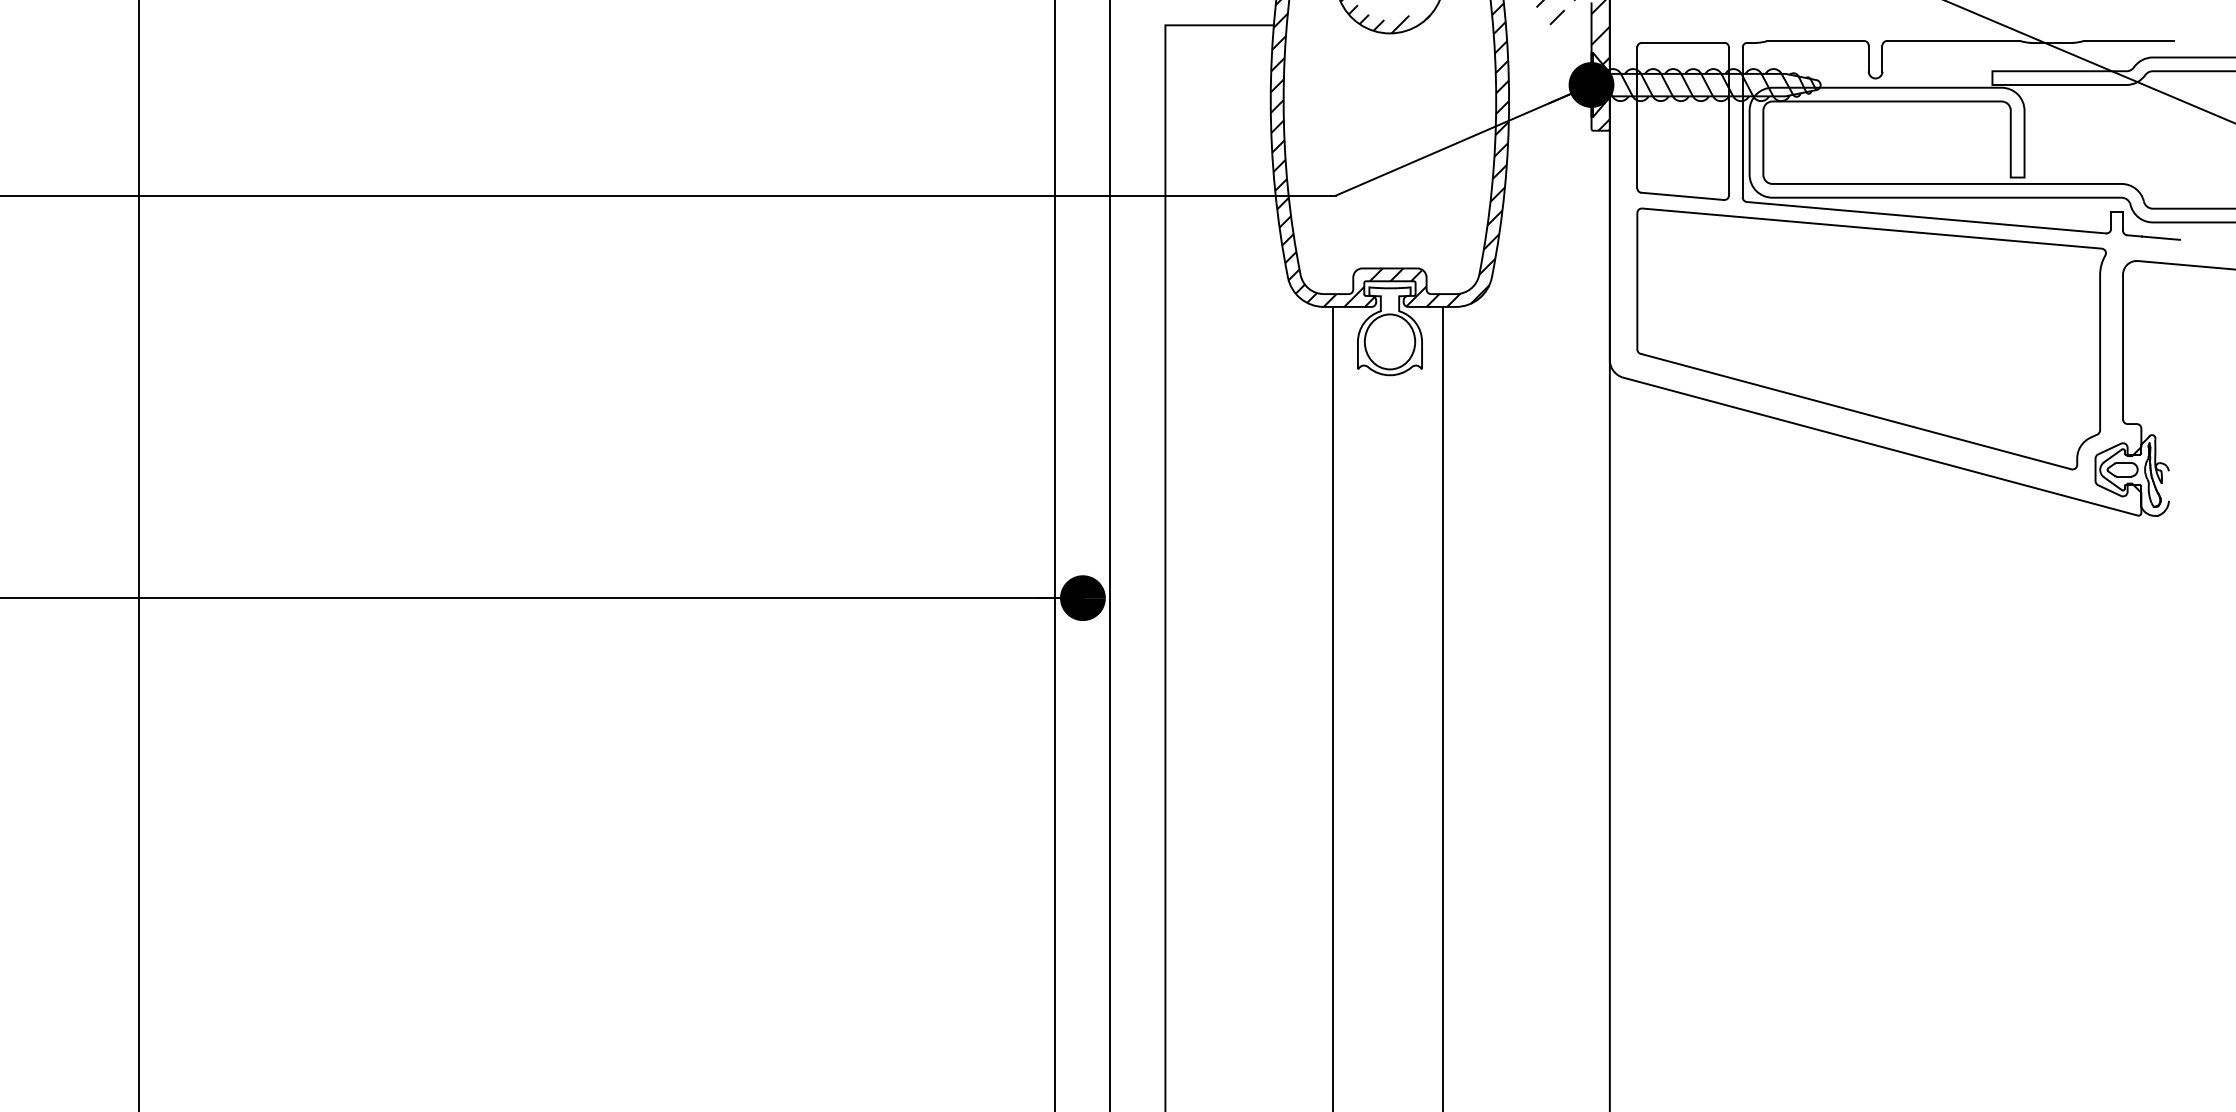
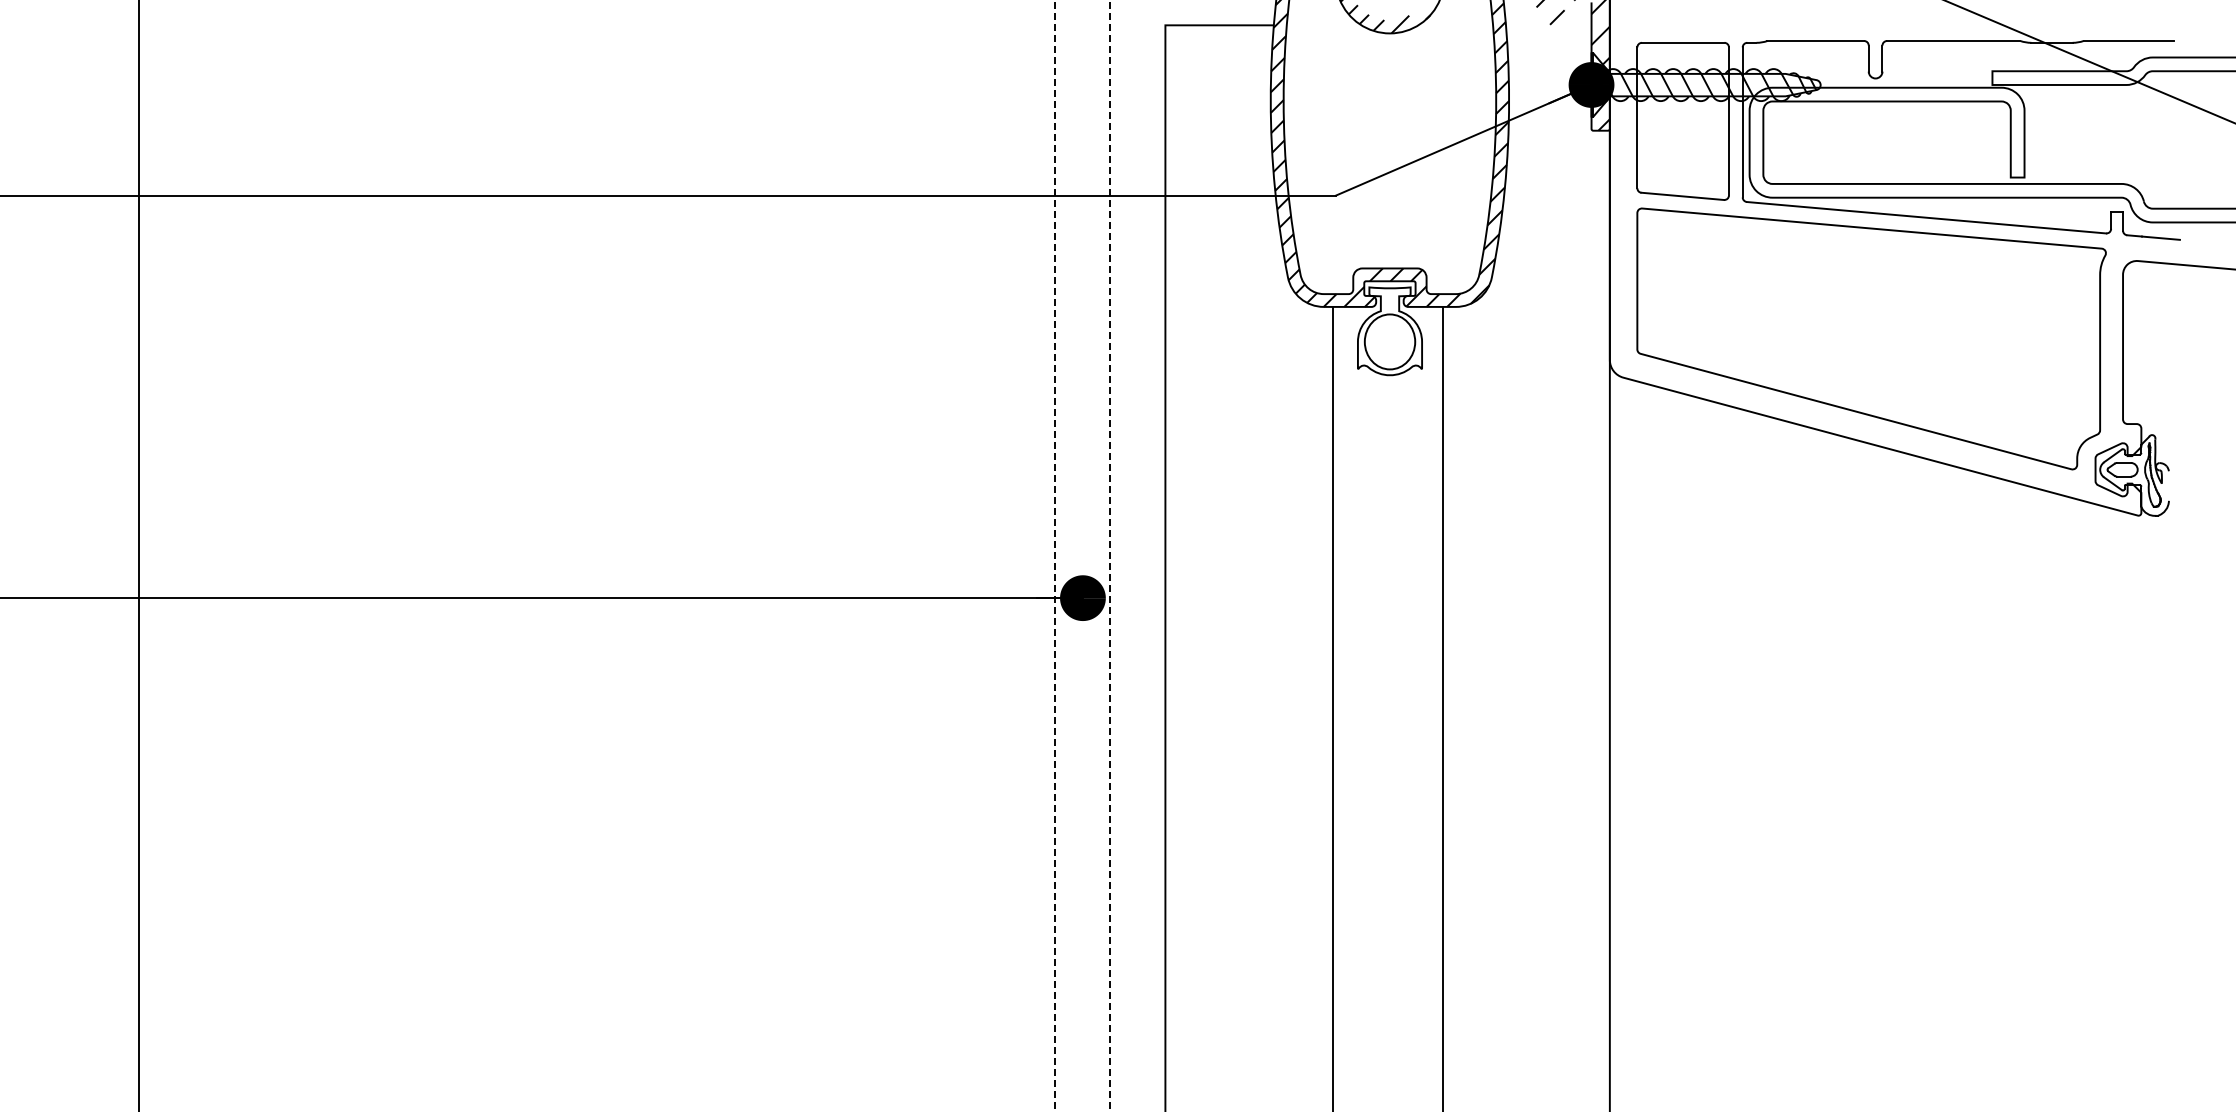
line at (1055, 556): solid -> dashed
line at (1110, 556): solid -> dashed
